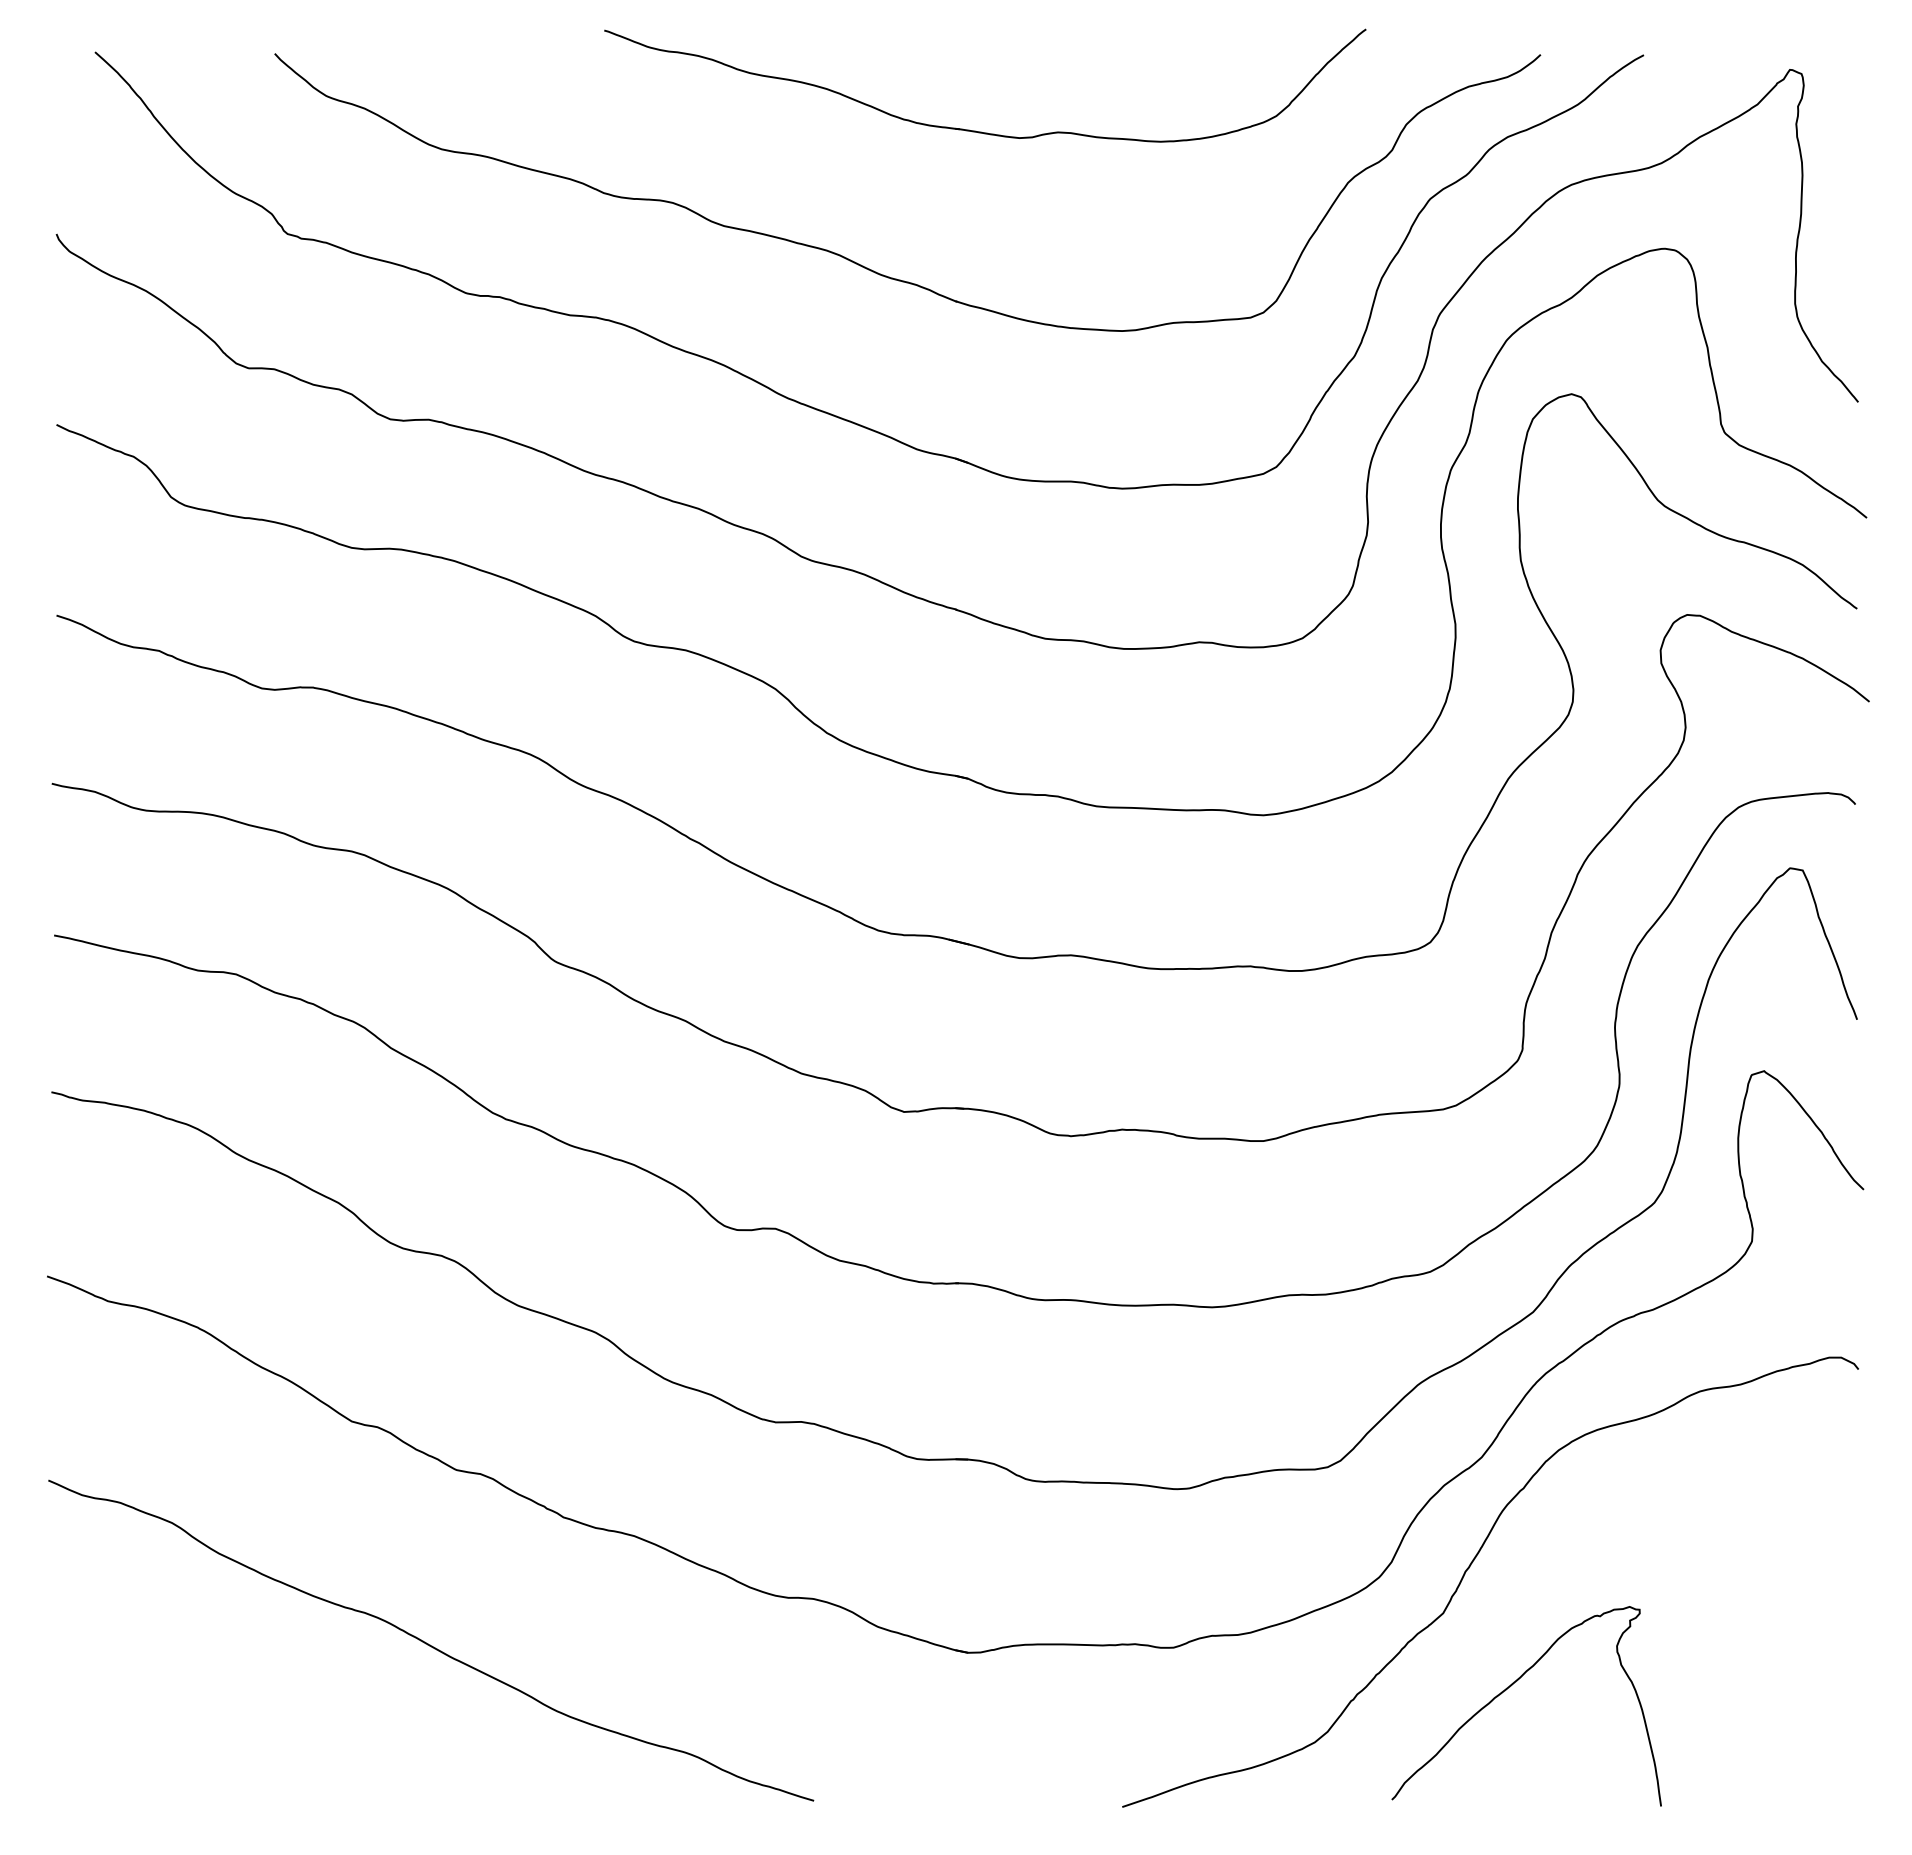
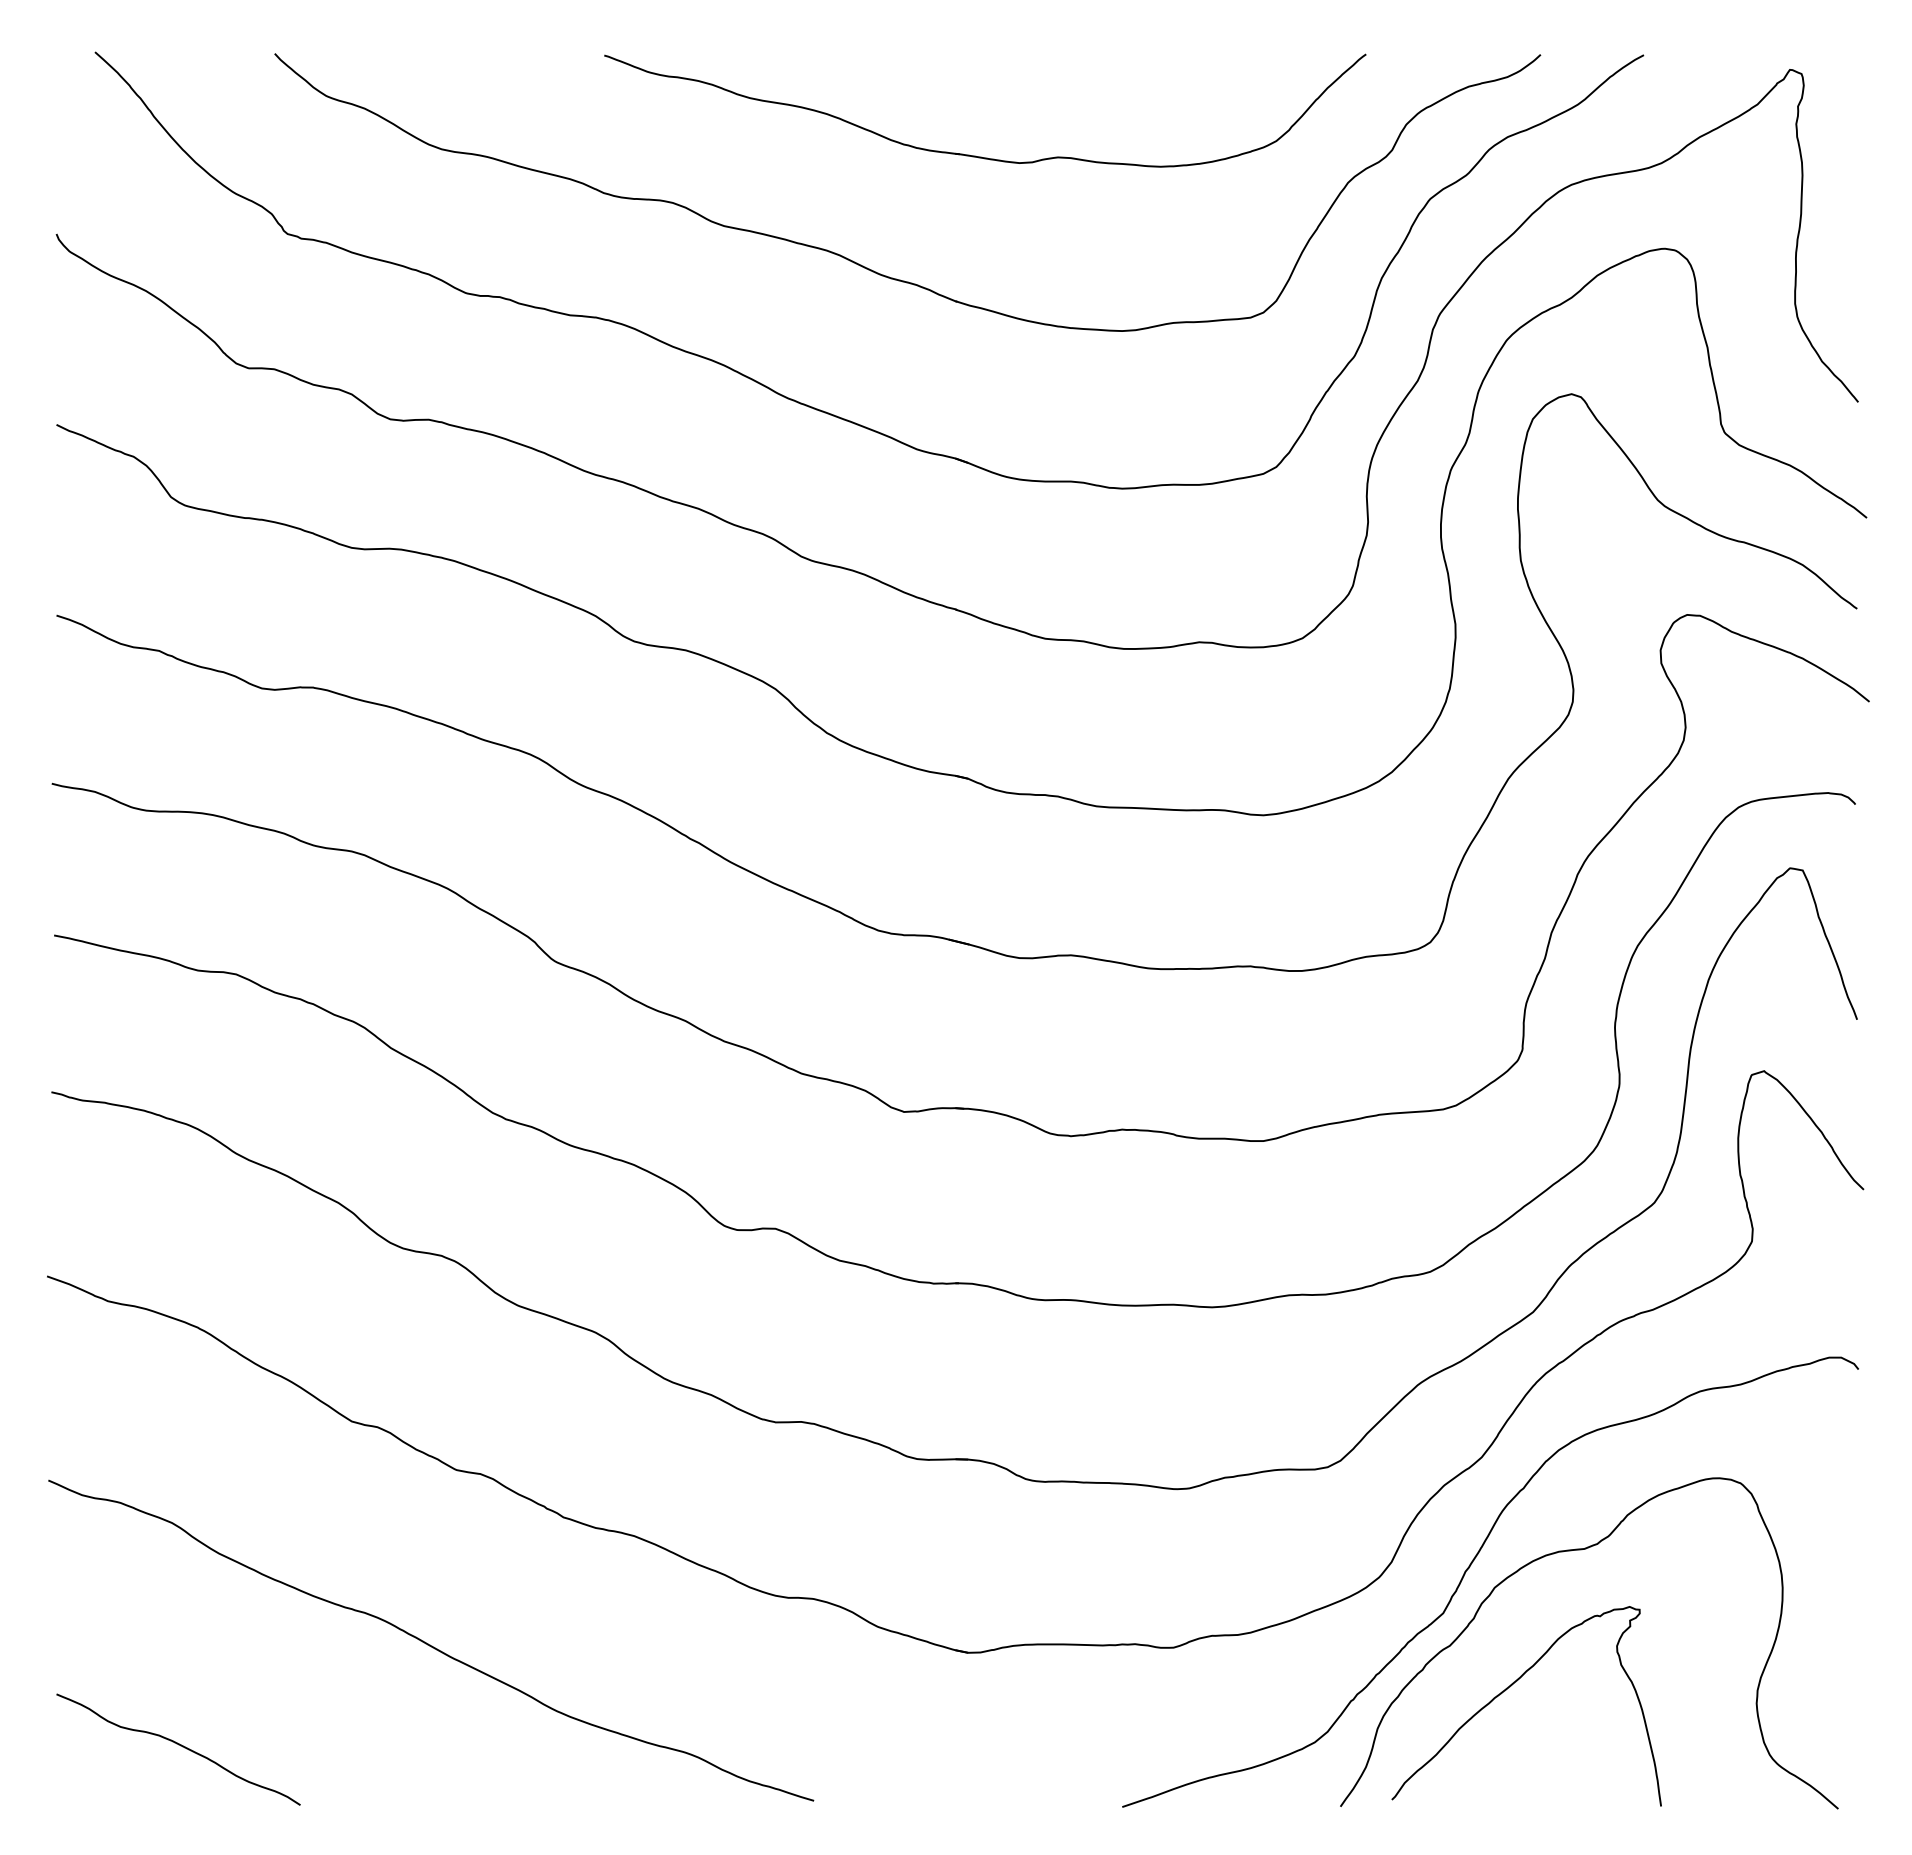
part at (975, 130) position: (975, 130) -> (975, 155)
curve at (1581, 1550): none -> present
curve at (180, 1746): none -> present
